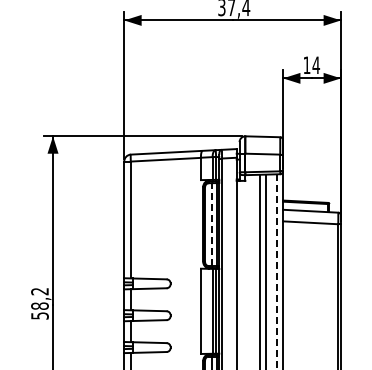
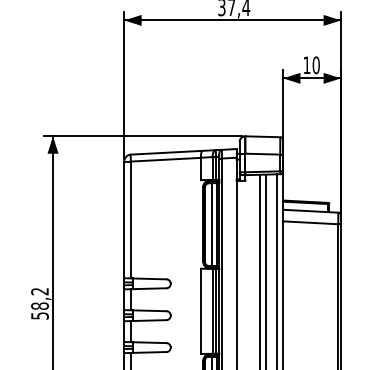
text at (316, 65): 14 -> 10
line at (212, 224): dashed -> solid
line at (277, 272): dashed -> solid
